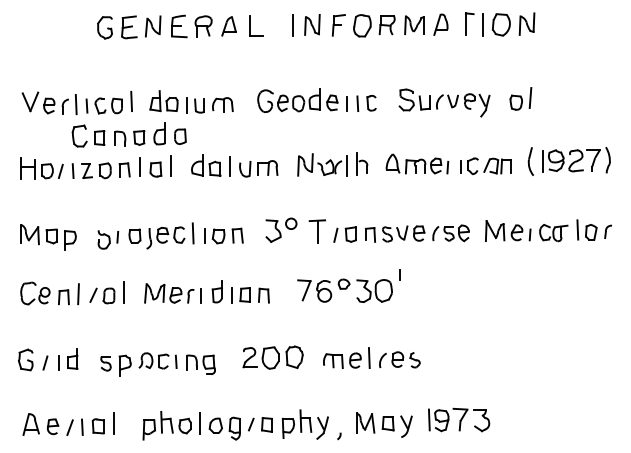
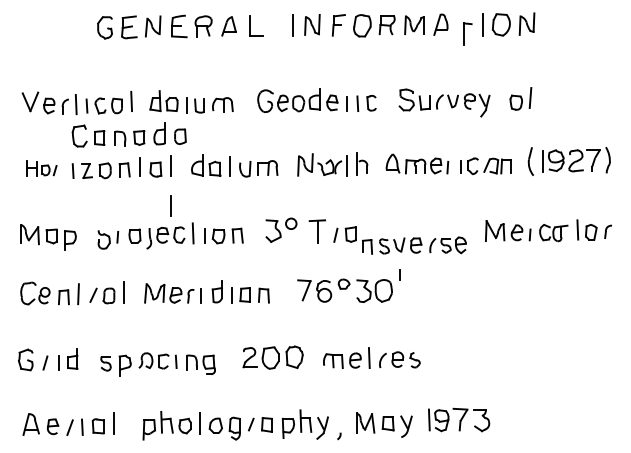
part at (469, 23) position: (469, 23) -> (467, 33)
part at (41, 168) size: 44x23 px -> 32x17 px
line at (170, 205): none -> present
part at (417, 233) position: (417, 233) -> (414, 245)
